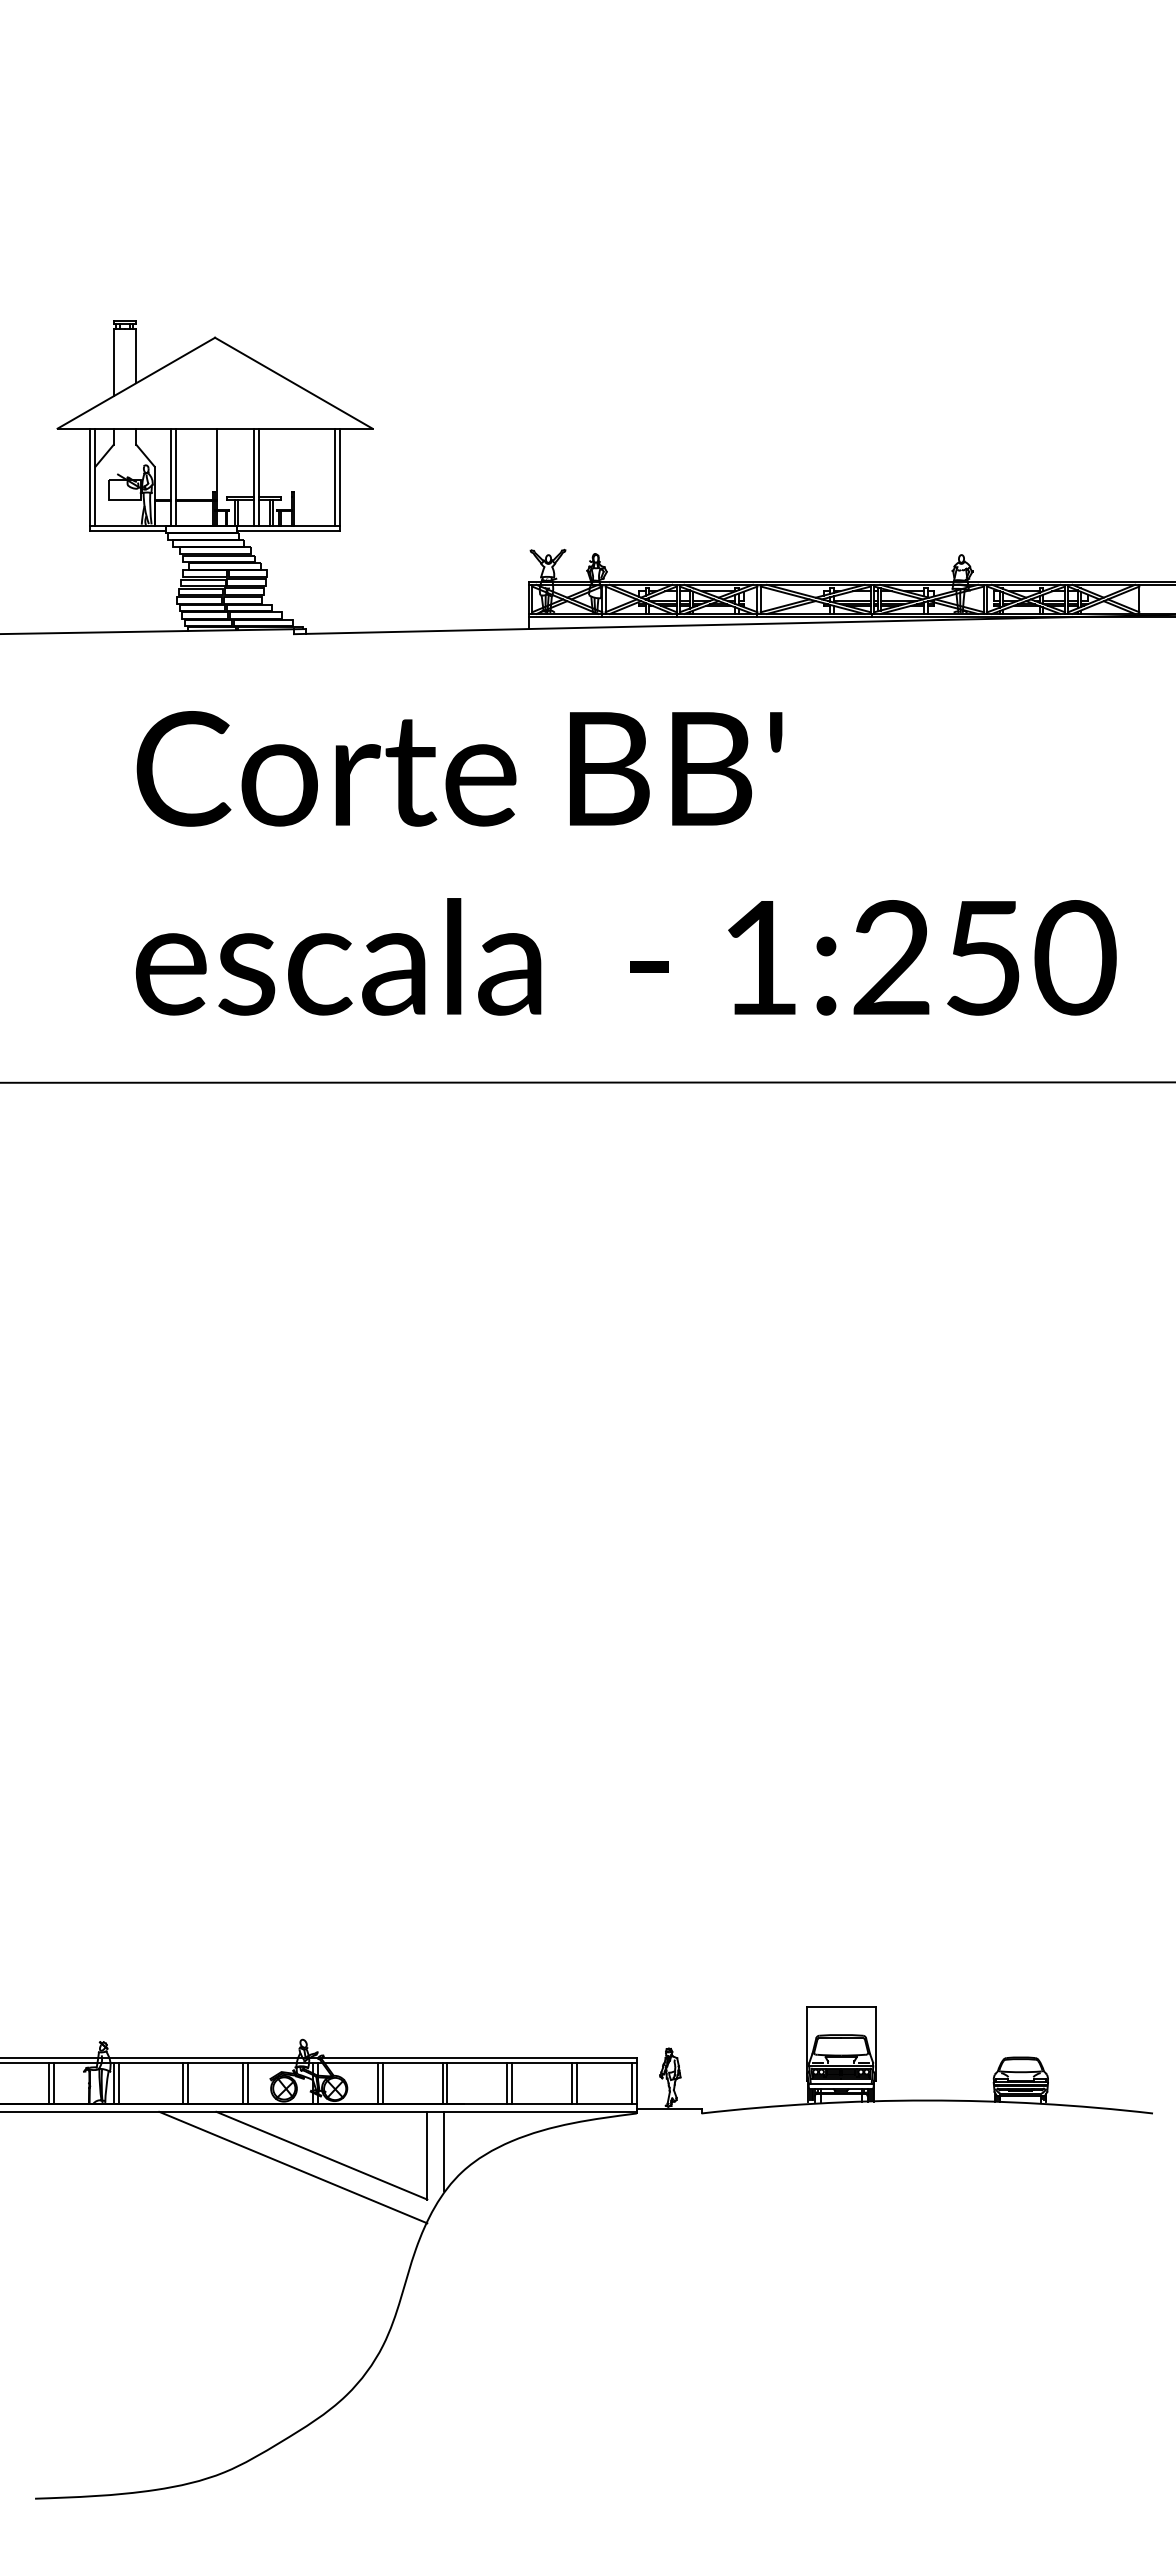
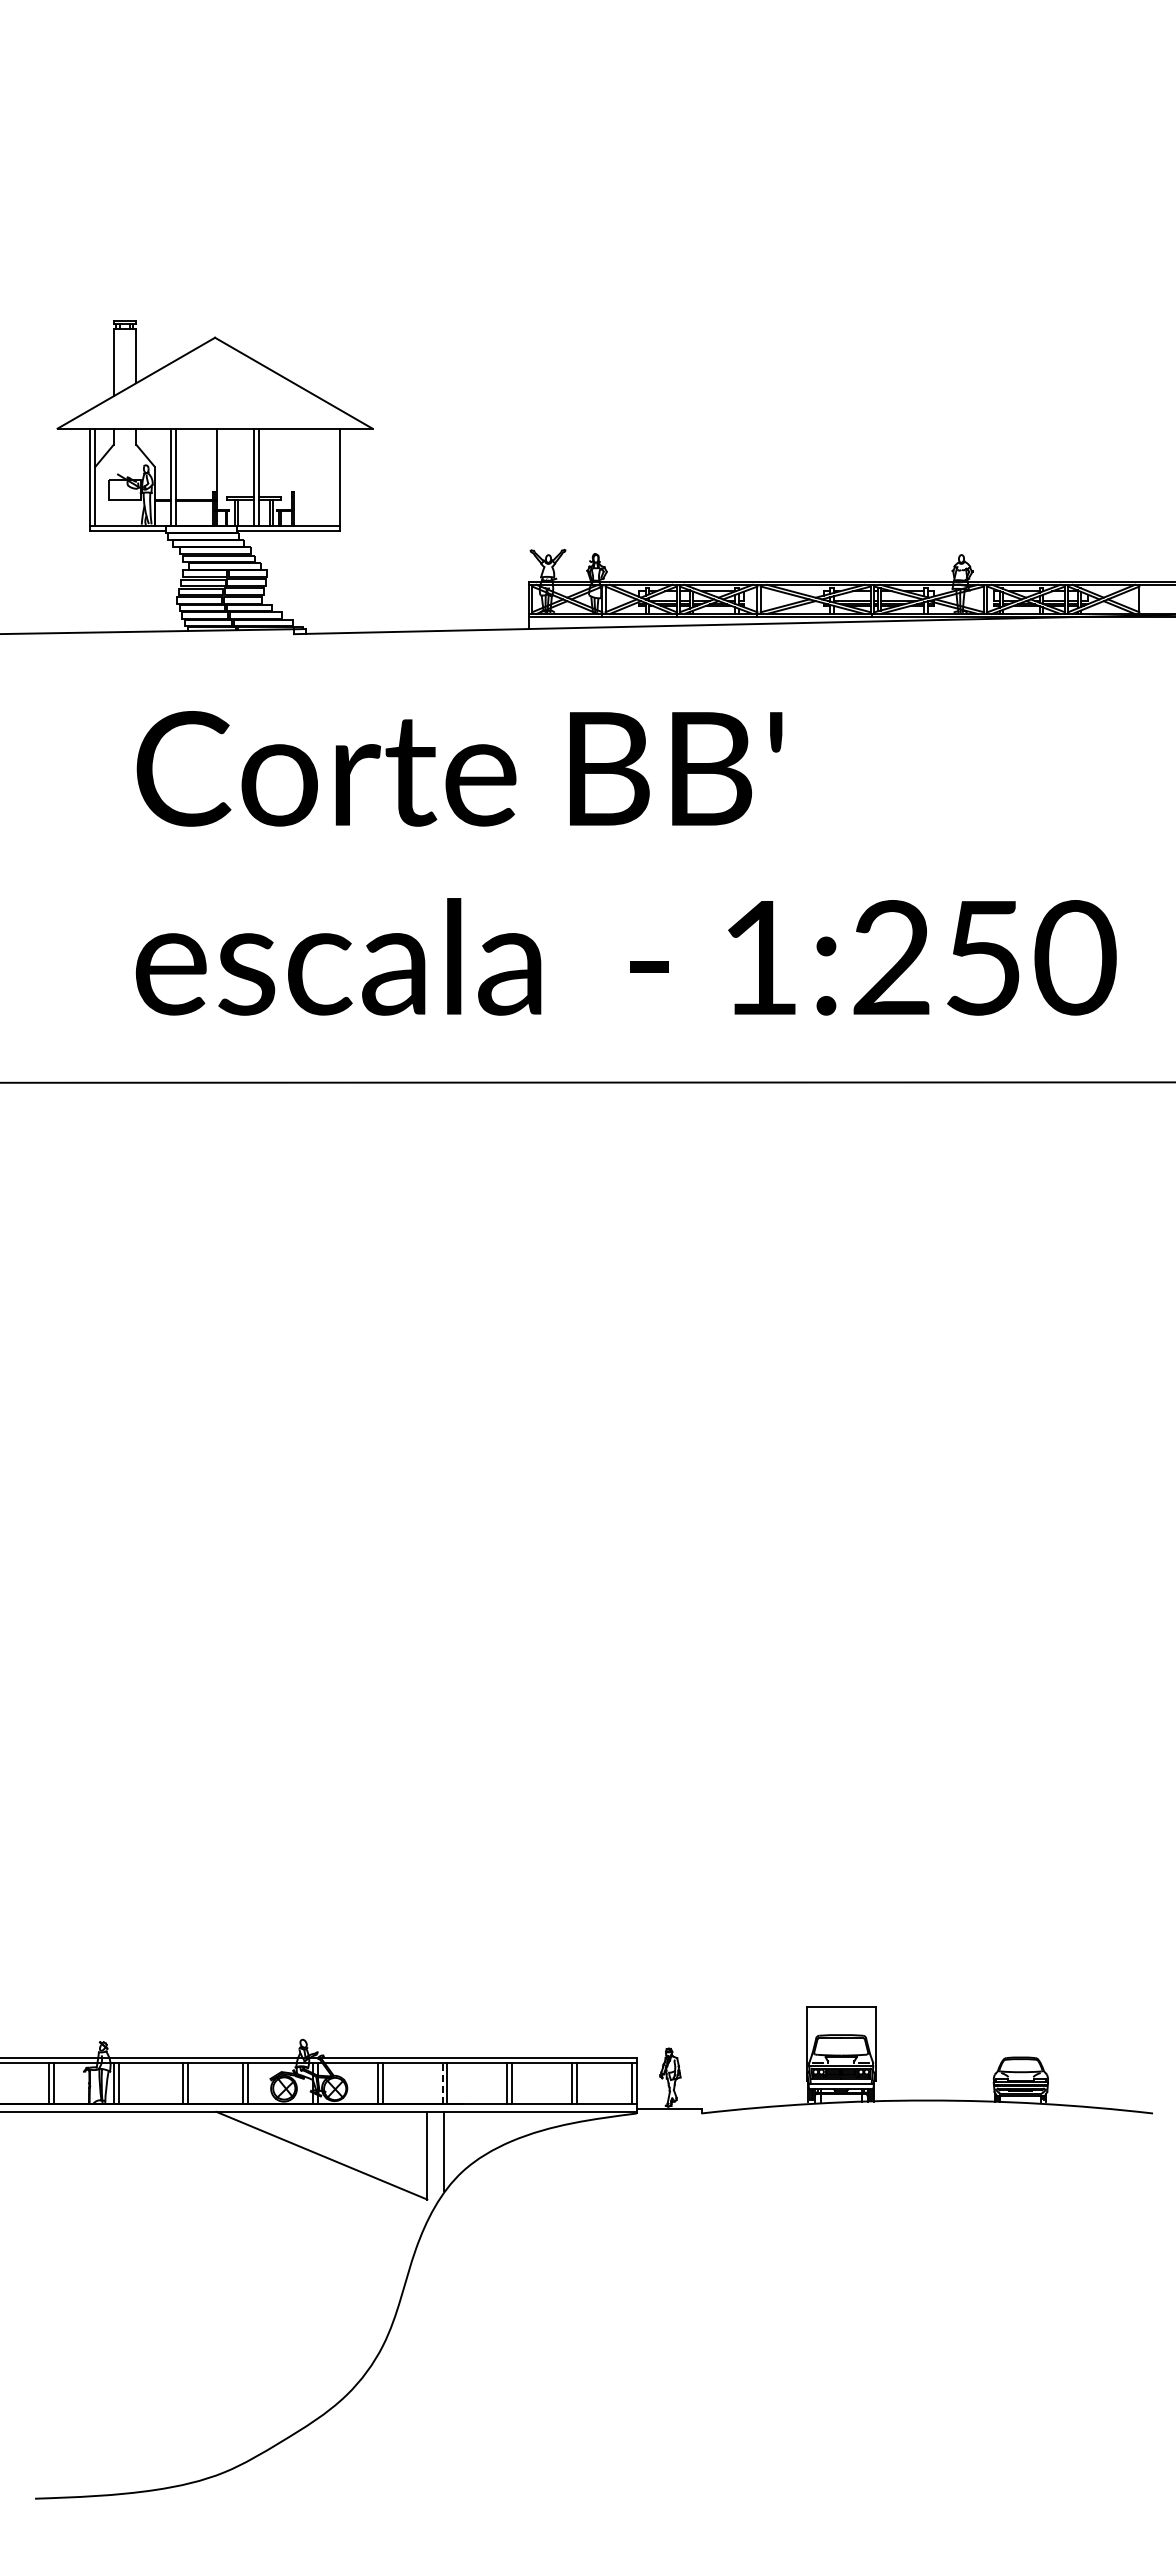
line at (335, 476): present -> none
line at (442, 2083): solid -> dashed
line at (293, 2167): present -> none
